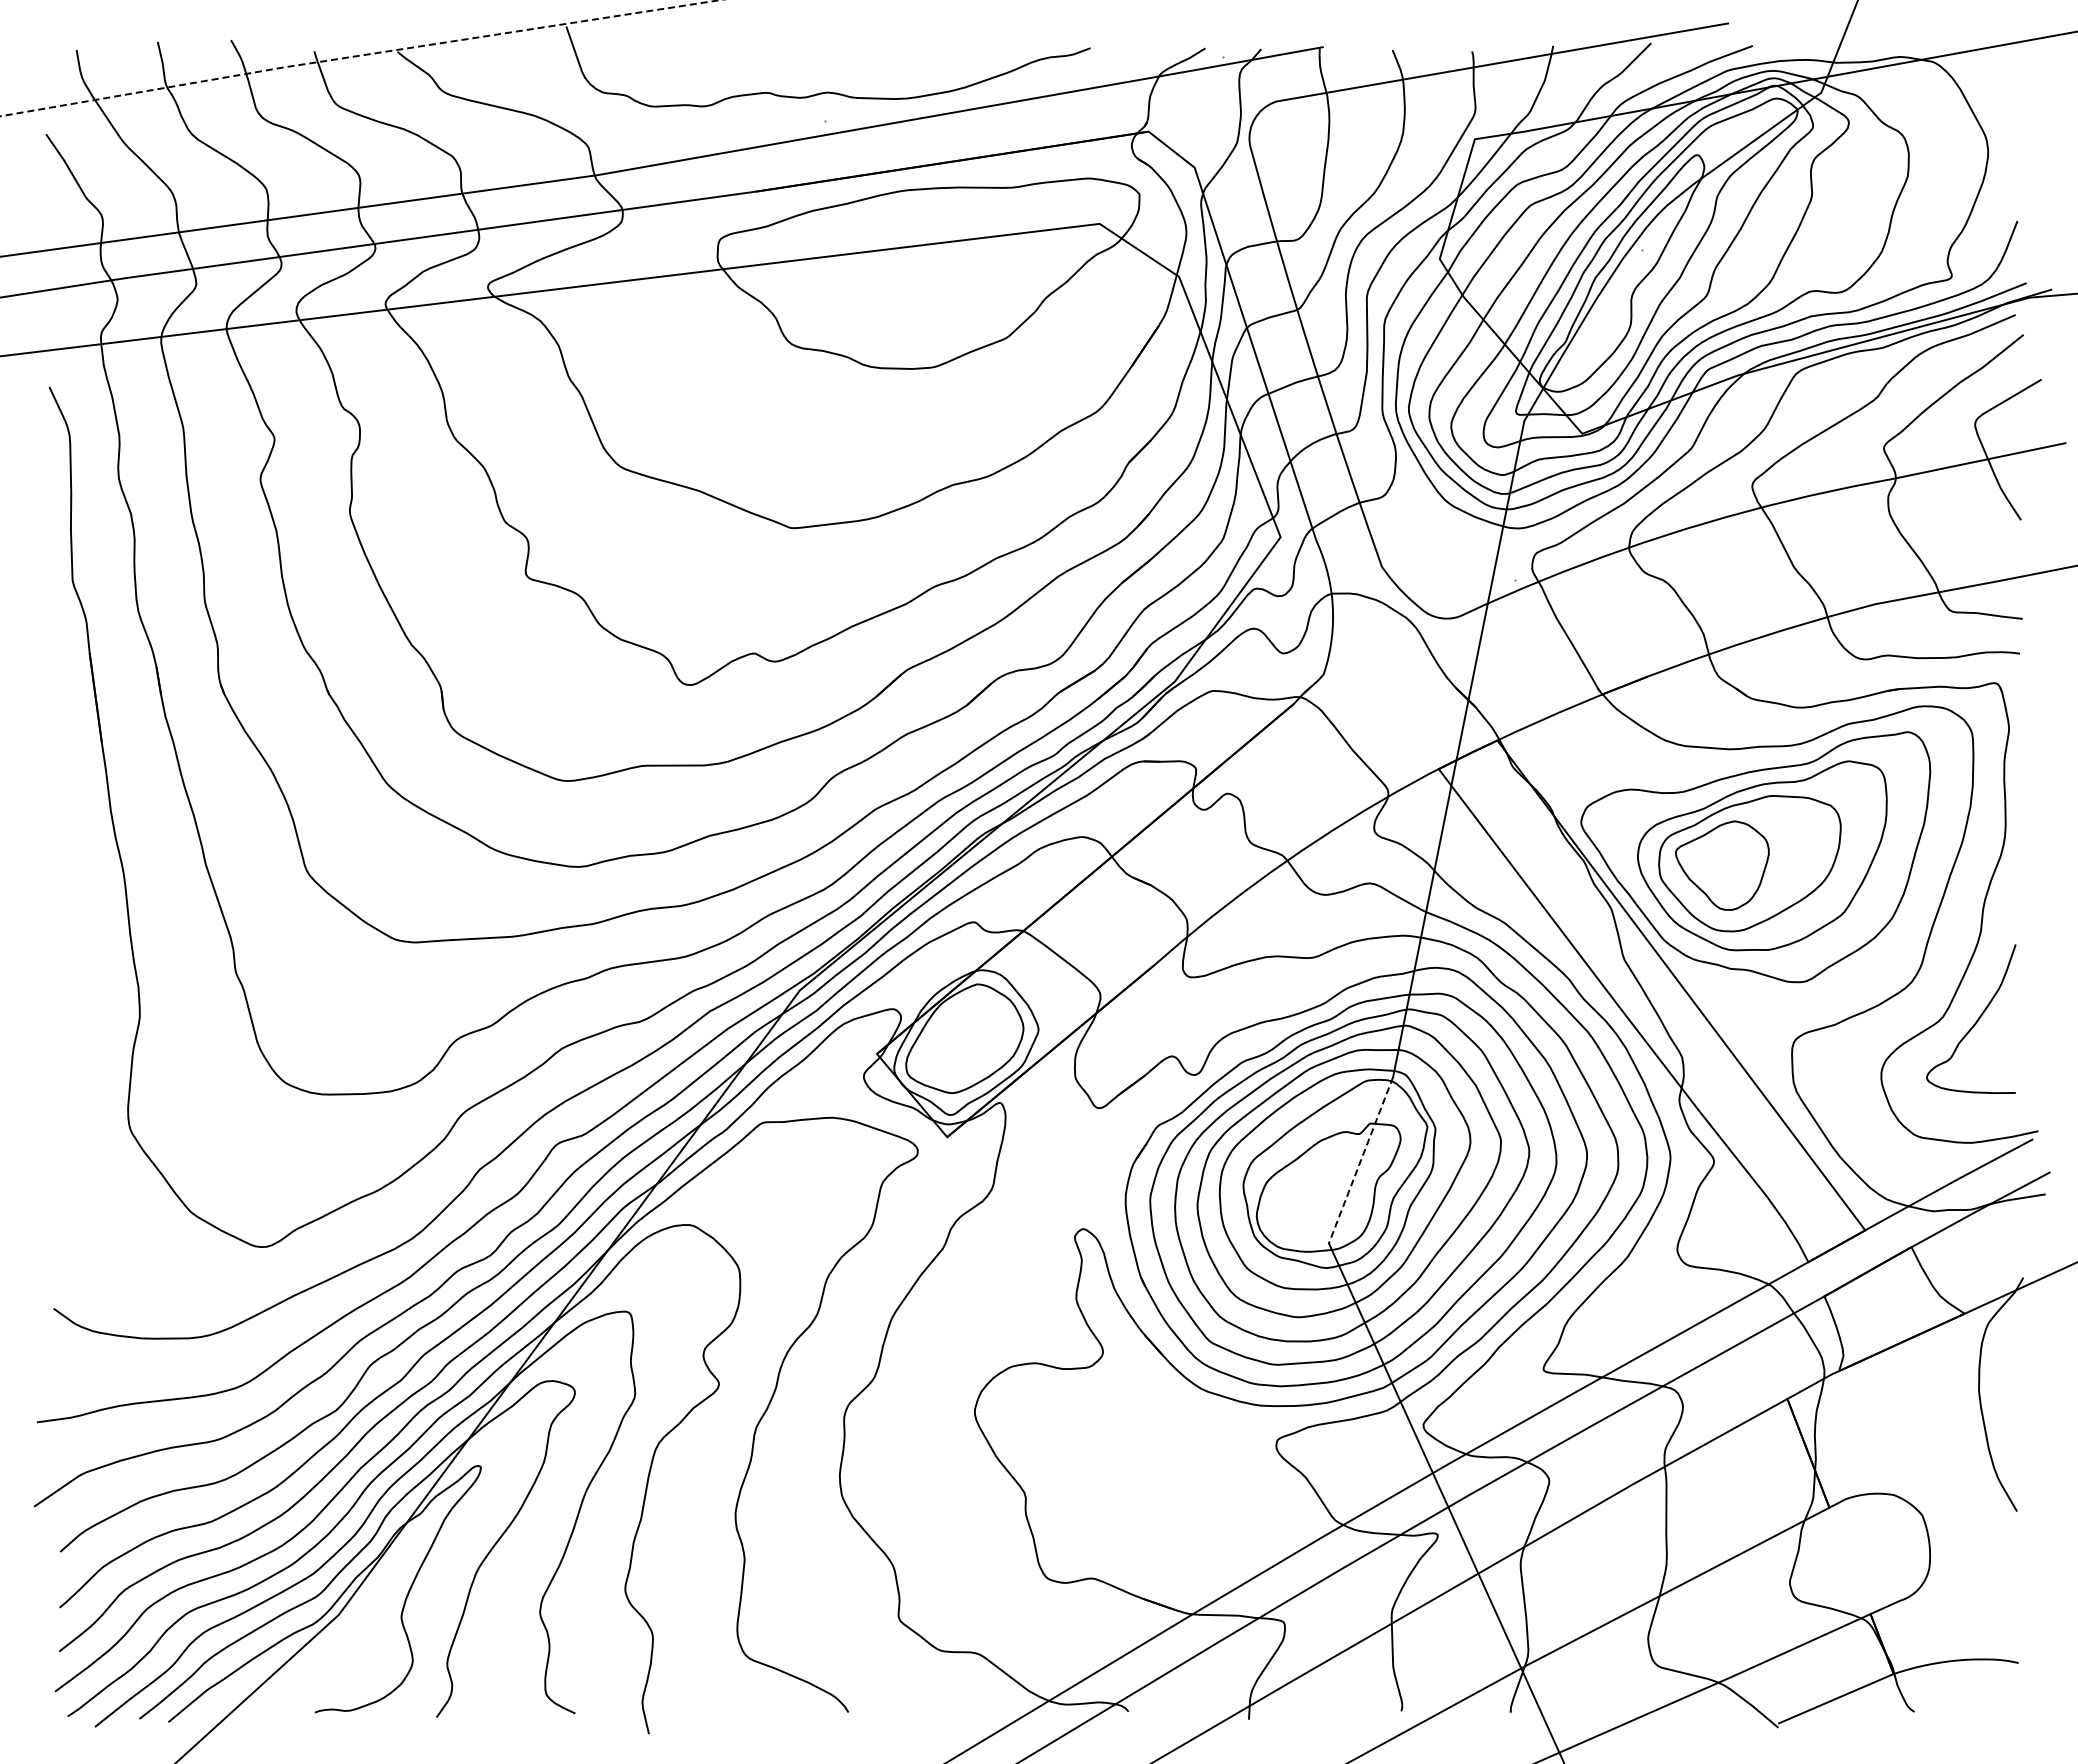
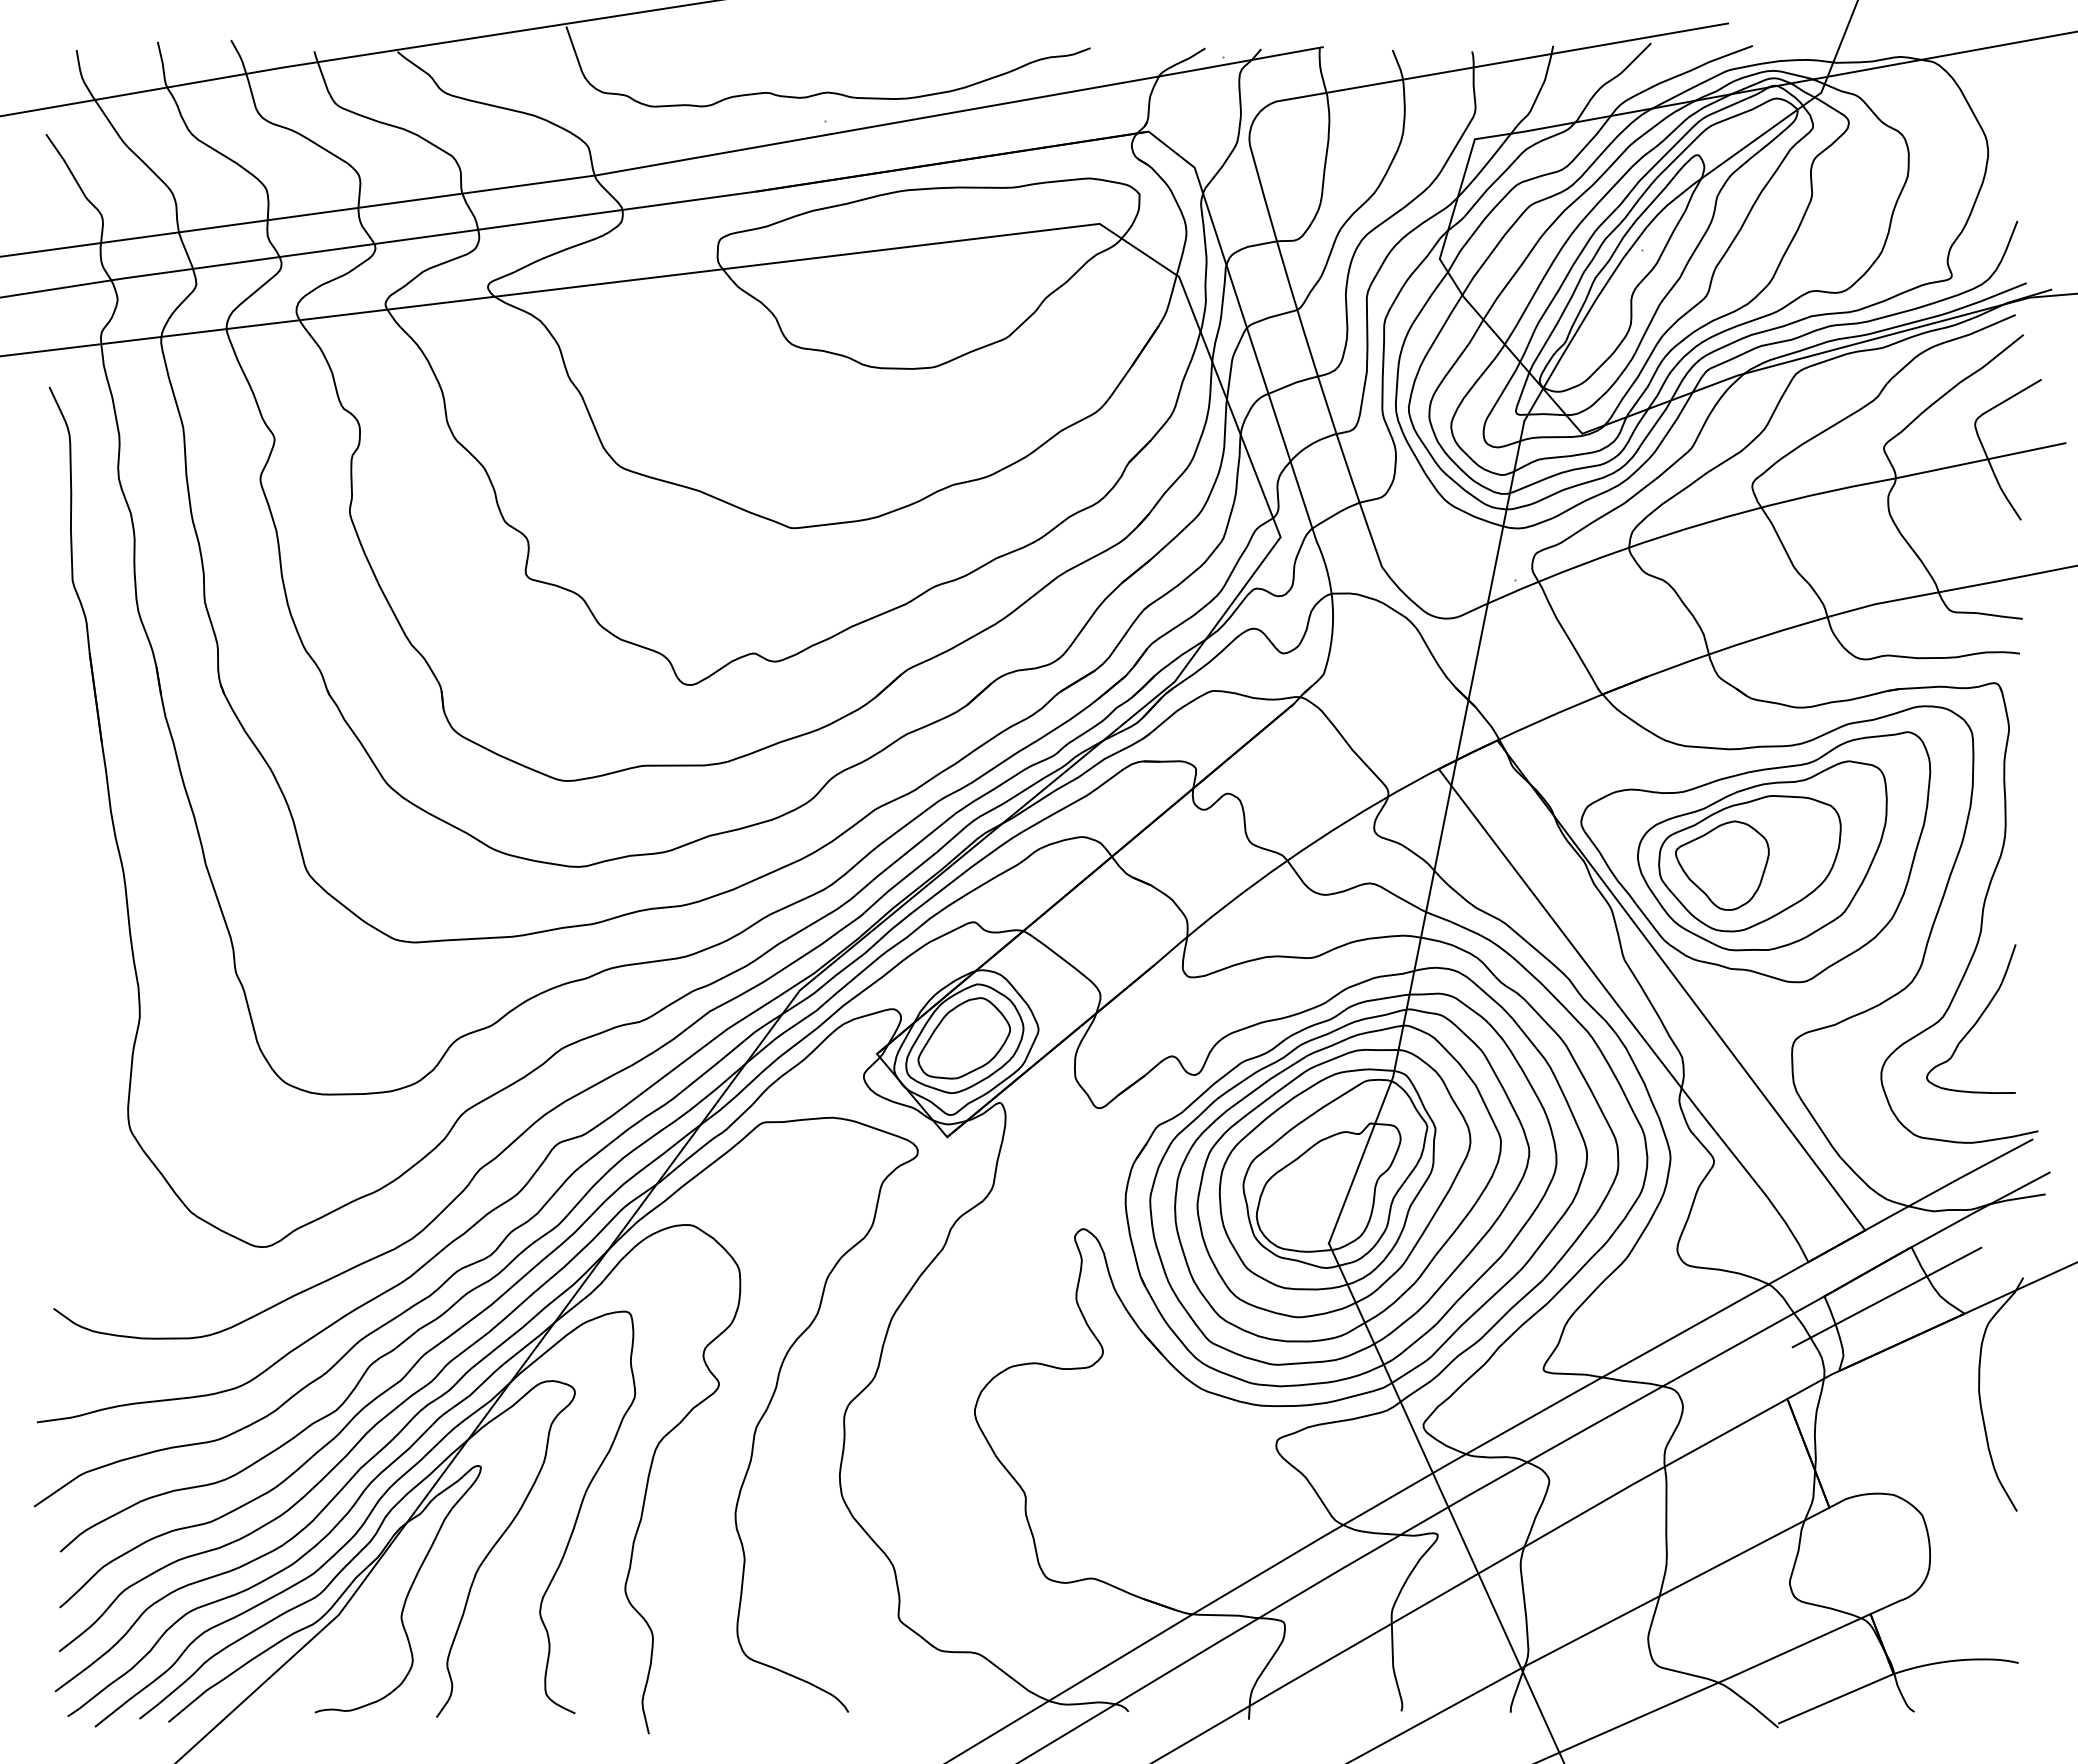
line at (359, 55): dashed -> solid
part at (963, 1038): none -> present
line at (1360, 1160): dashed -> solid
line at (1886, 1297): none -> present
